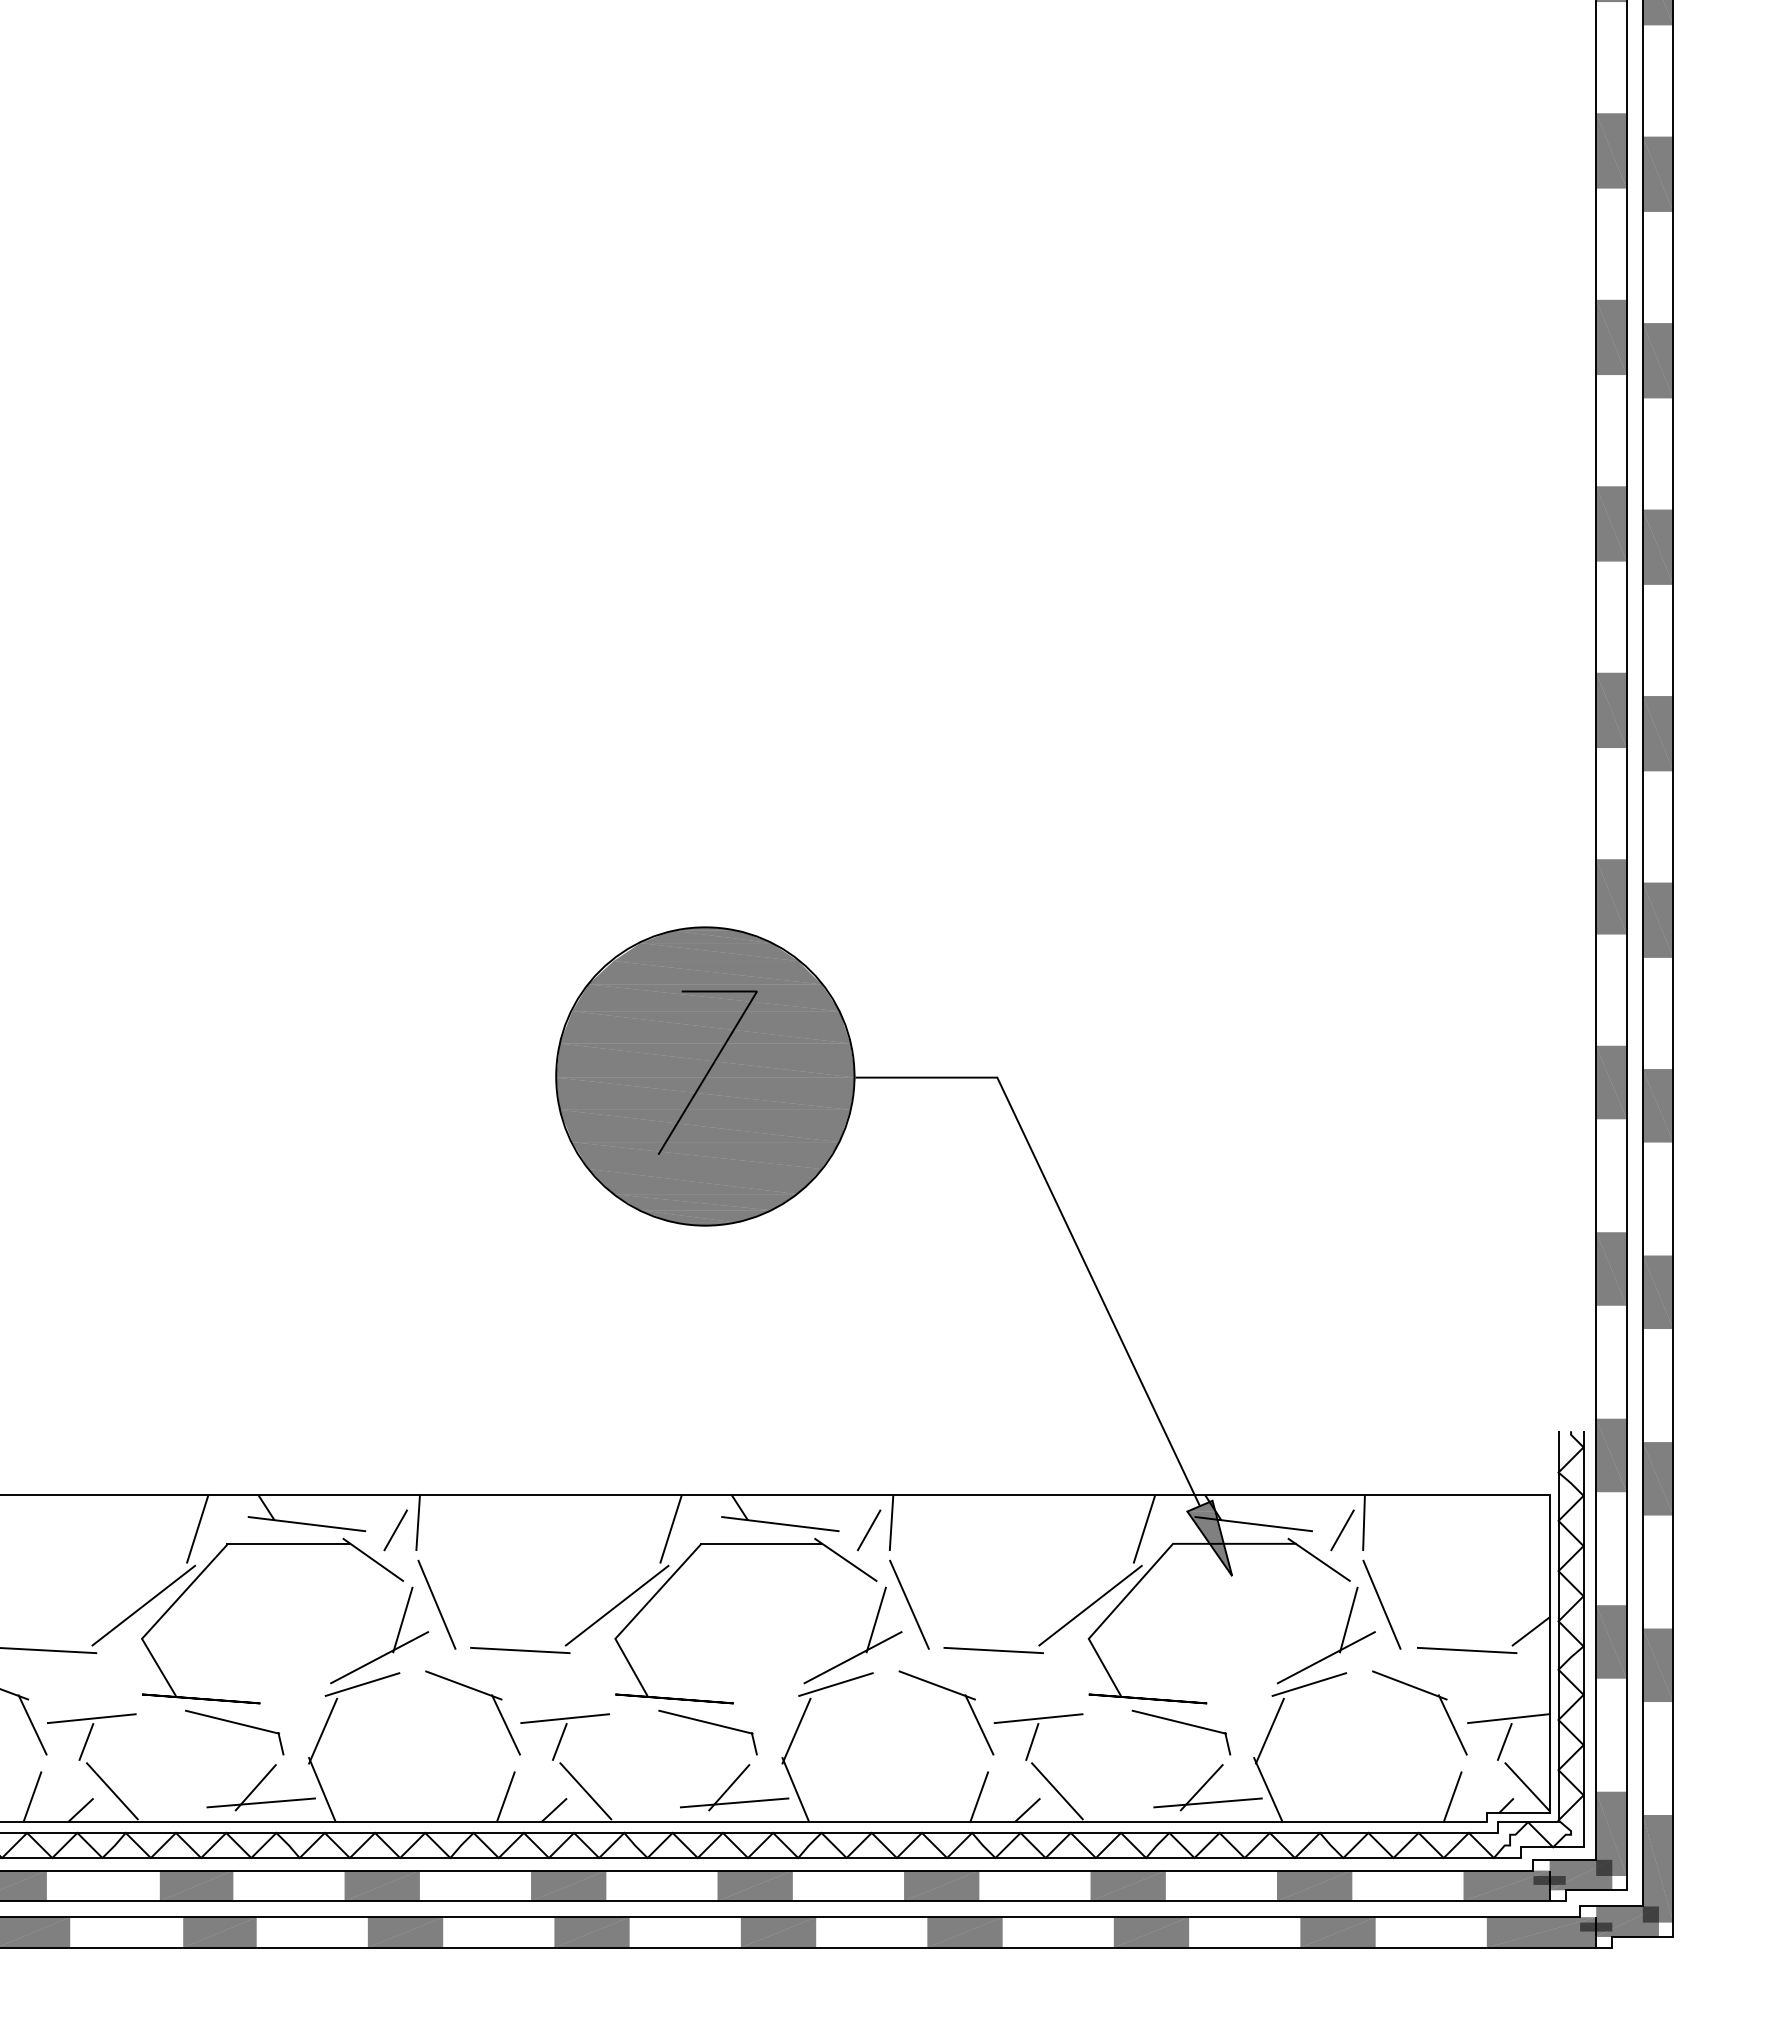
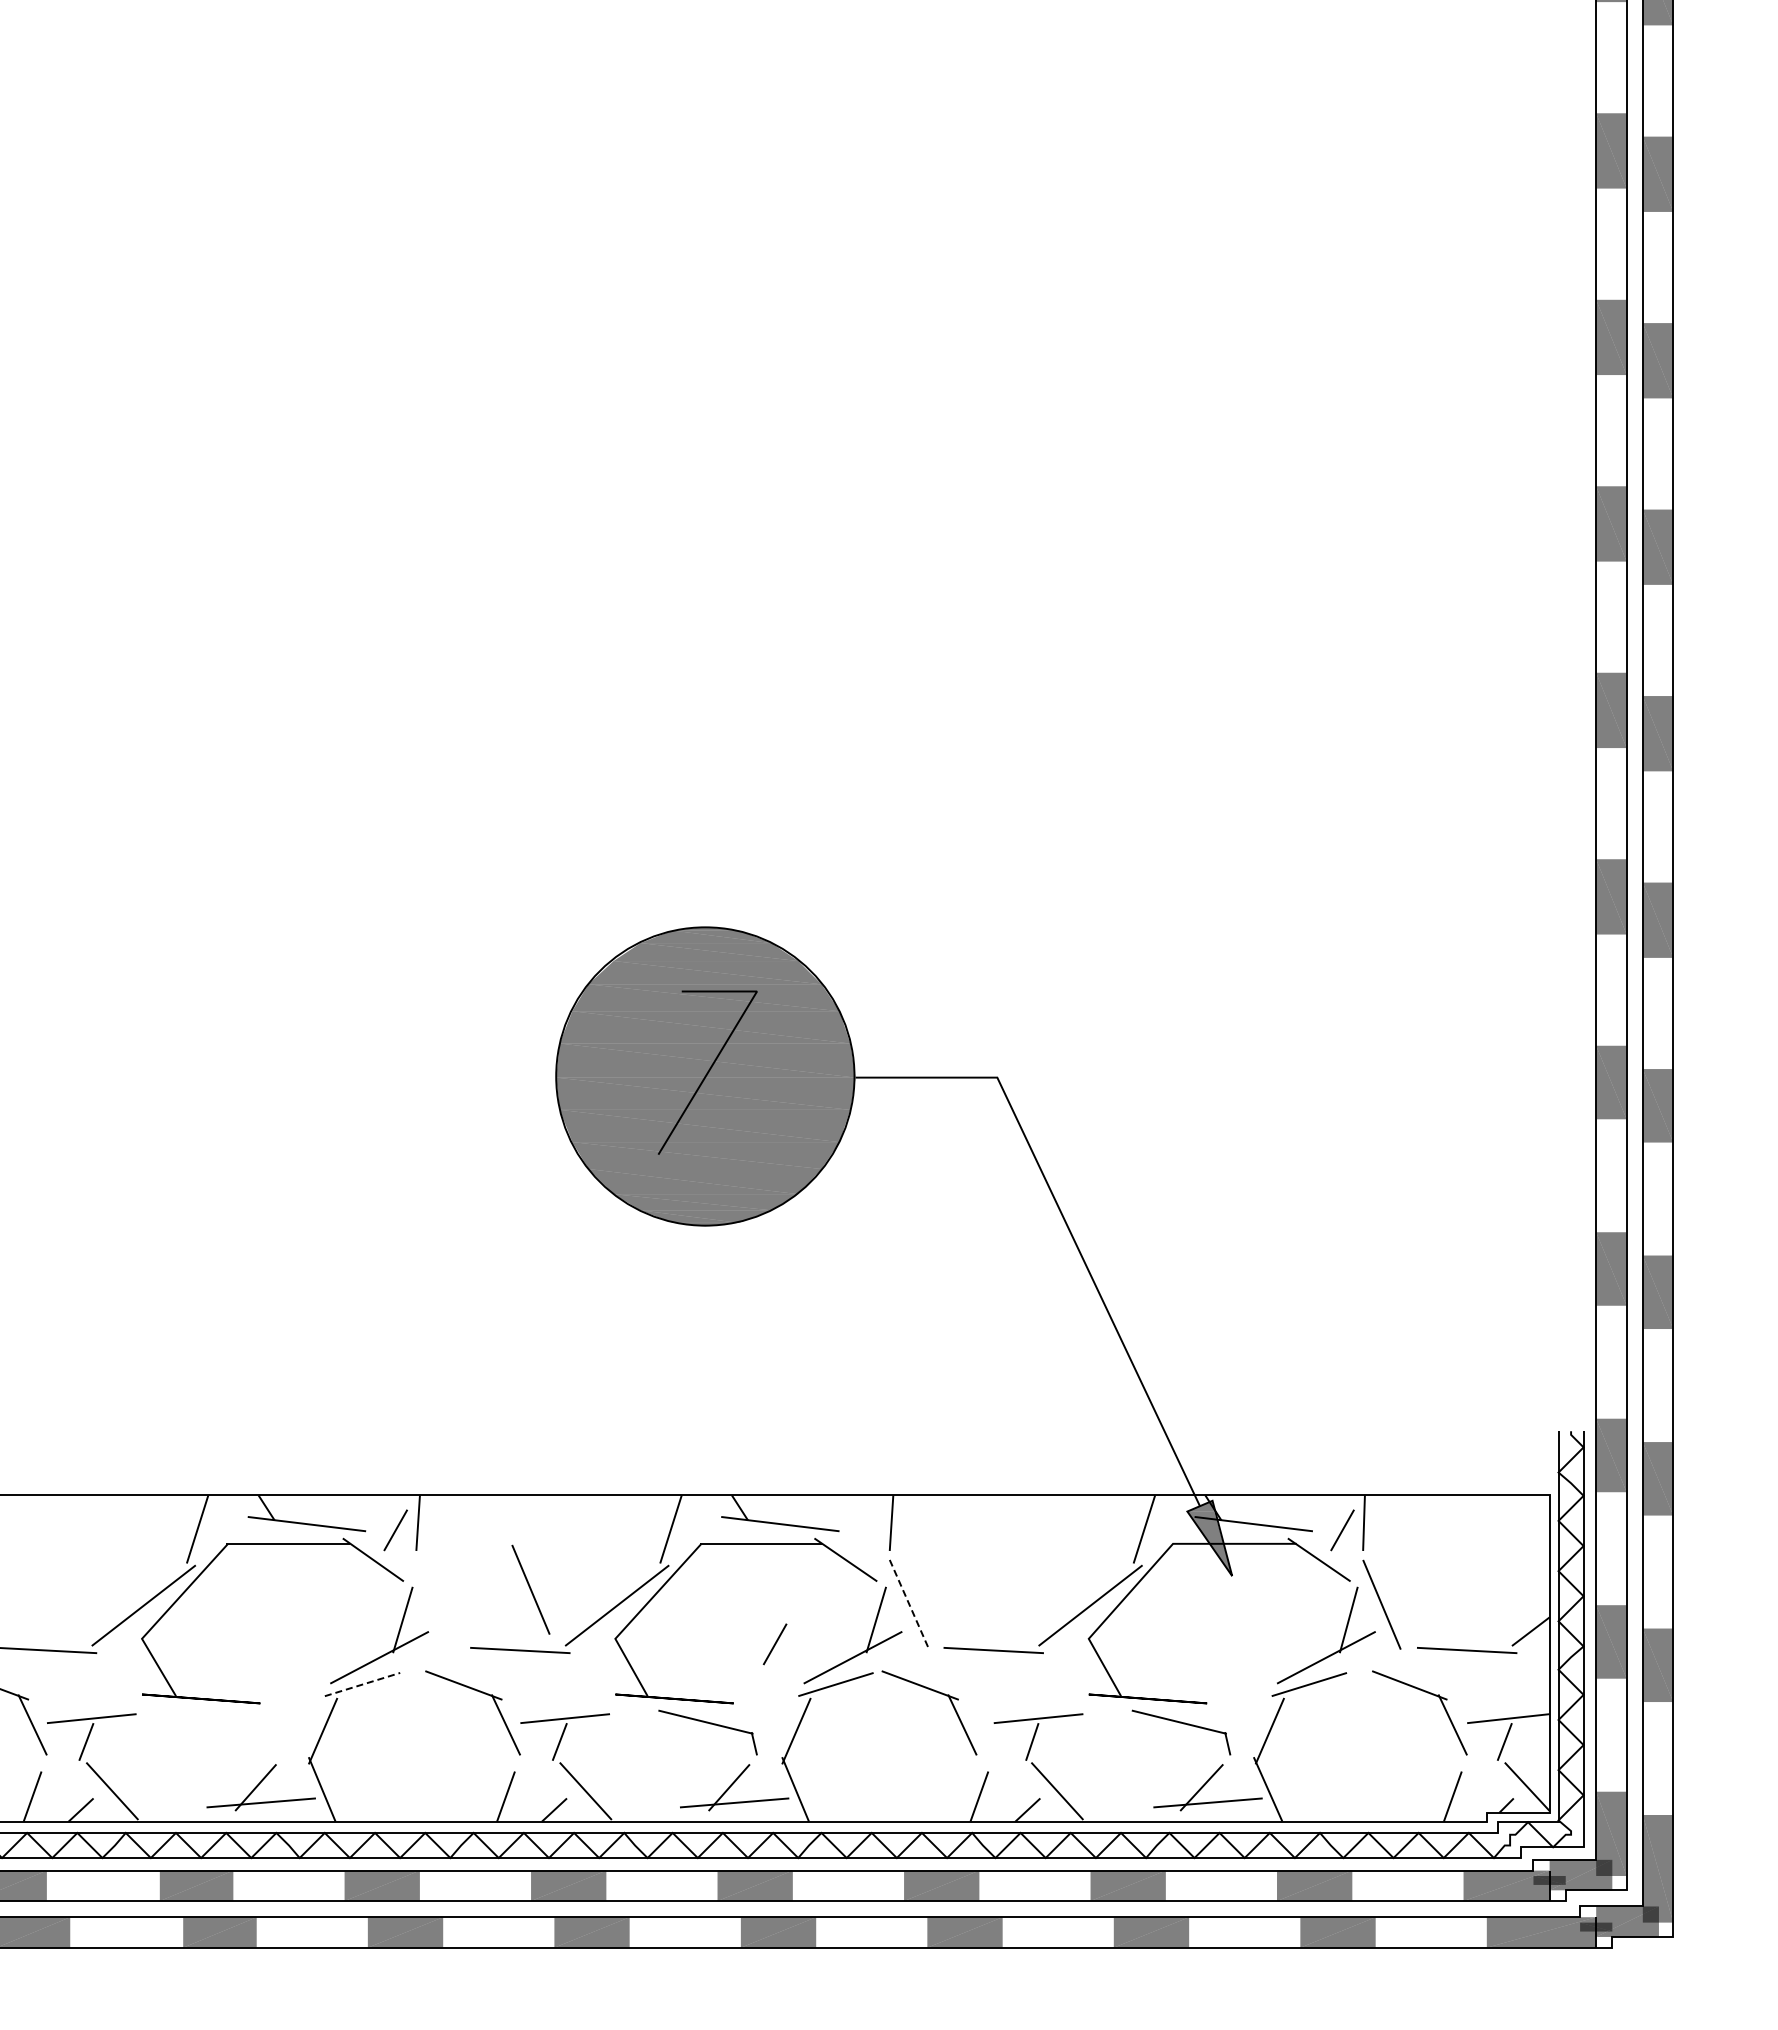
line at (868, 1530) position: (868, 1530) -> (774, 1644)
line at (436, 1604) position: (436, 1604) -> (530, 1589)
line at (909, 1604): solid -> dashed
line at (363, 1684): solid -> dashed
part at (952, 1692) position: (952, 1692) -> (935, 1692)
part at (236, 1724): present -> none
